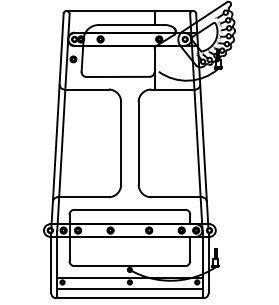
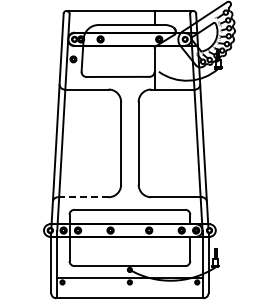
line at (82, 197): solid -> dashed
line at (129, 289): present -> none
